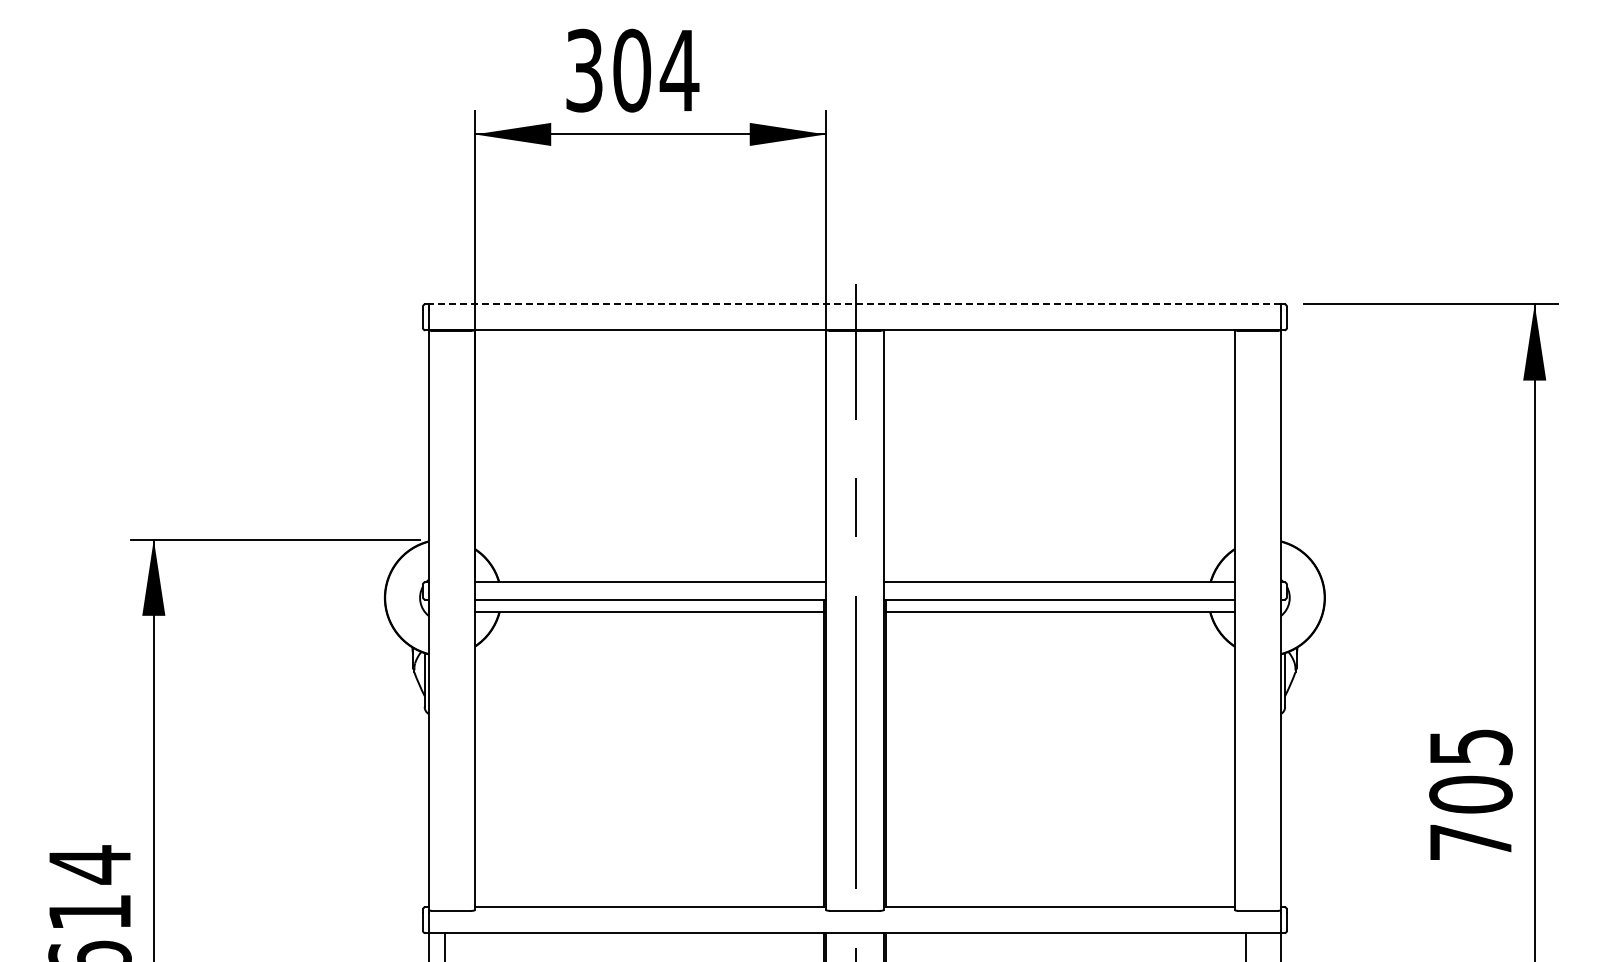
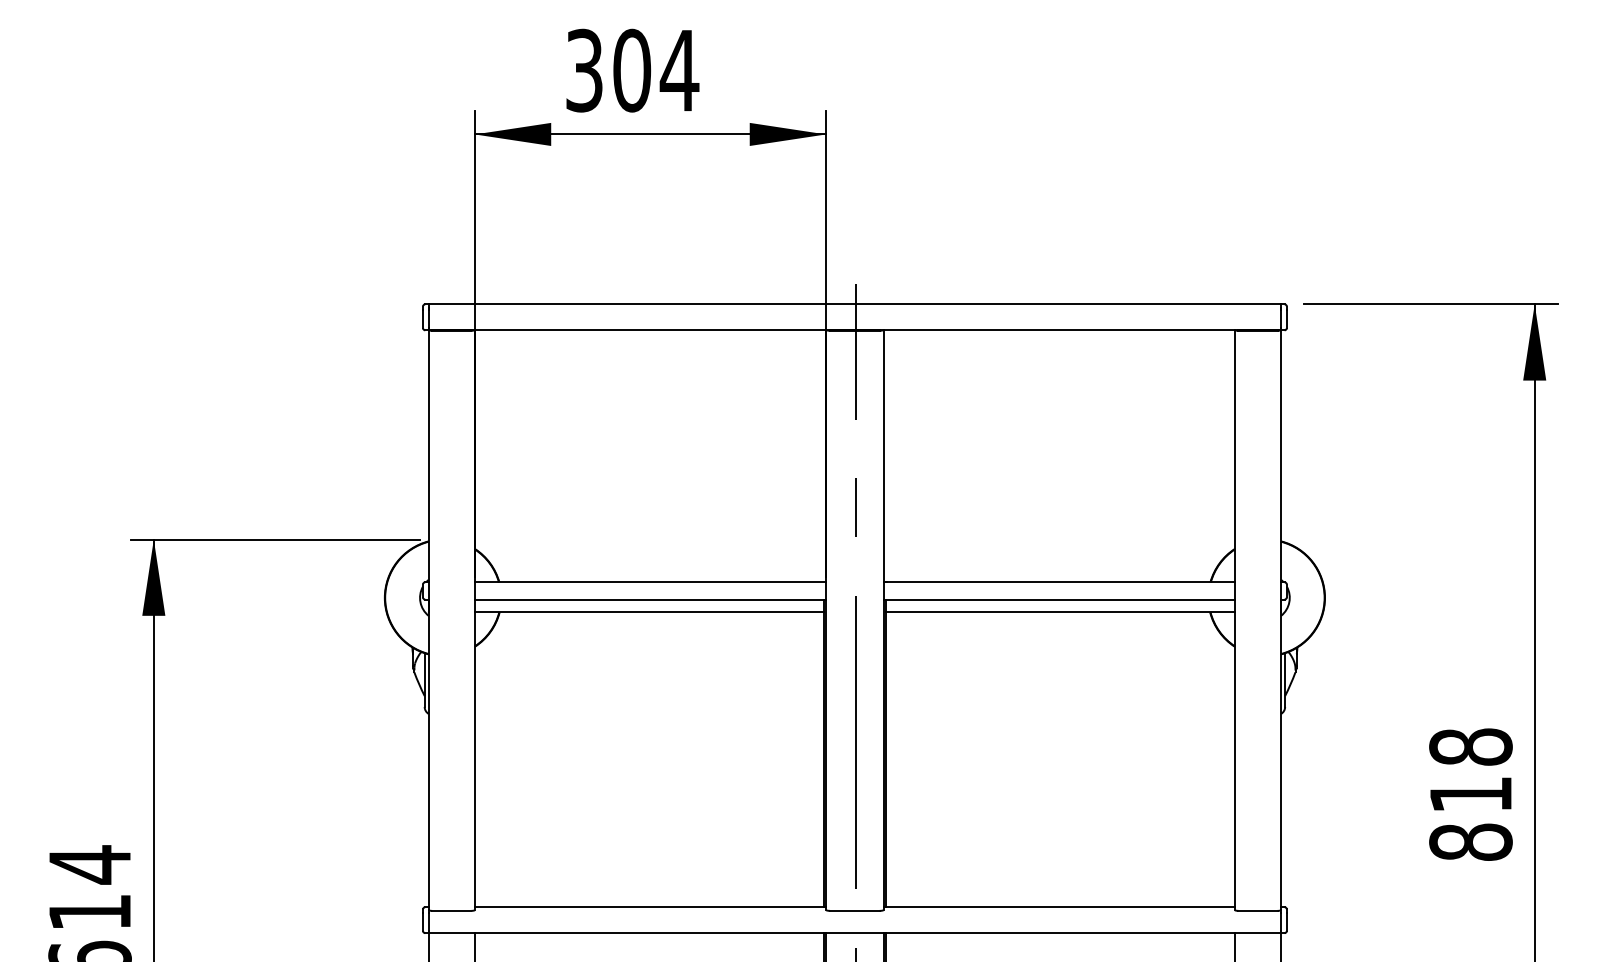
line at (854, 304): dashed -> solid
text at (1470, 794): 705 -> 818
line at (444, 945) position: (444, 945) -> (474, 945)
line at (1245, 945) position: (1245, 945) -> (1234, 945)
